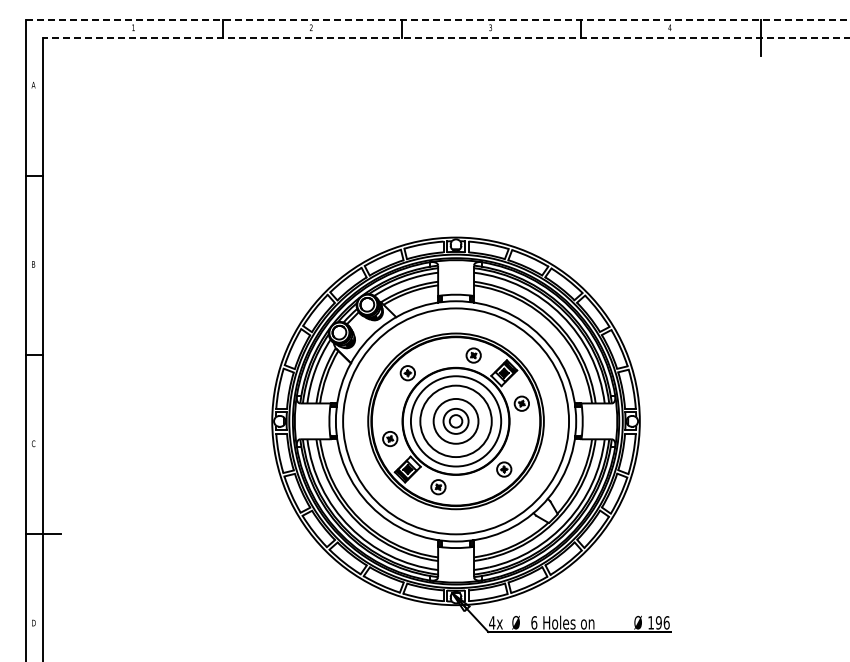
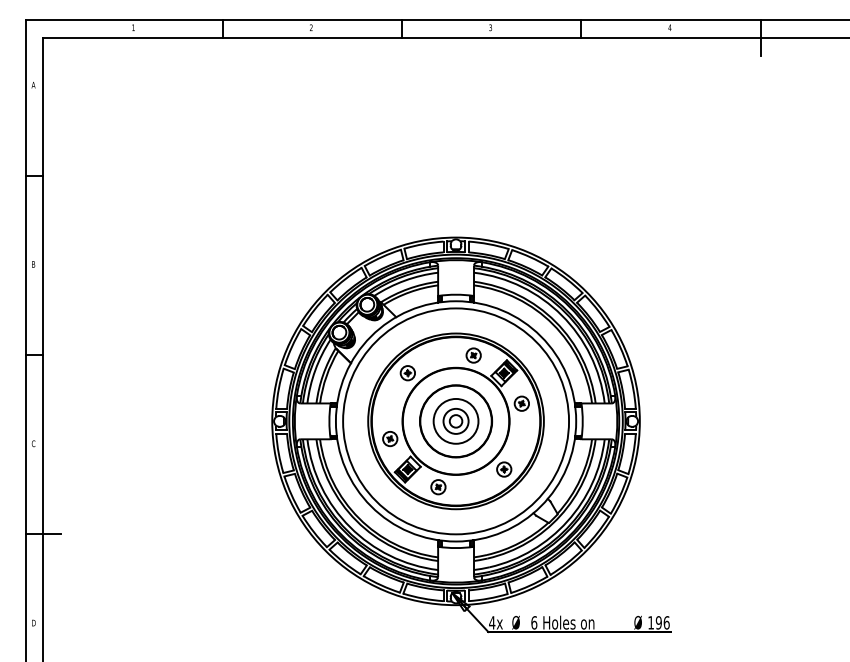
line at (437, 19): dashed -> solid
line at (446, 37): dashed -> solid
circle at (455, 421) diameter: 90 px -> 72 px
